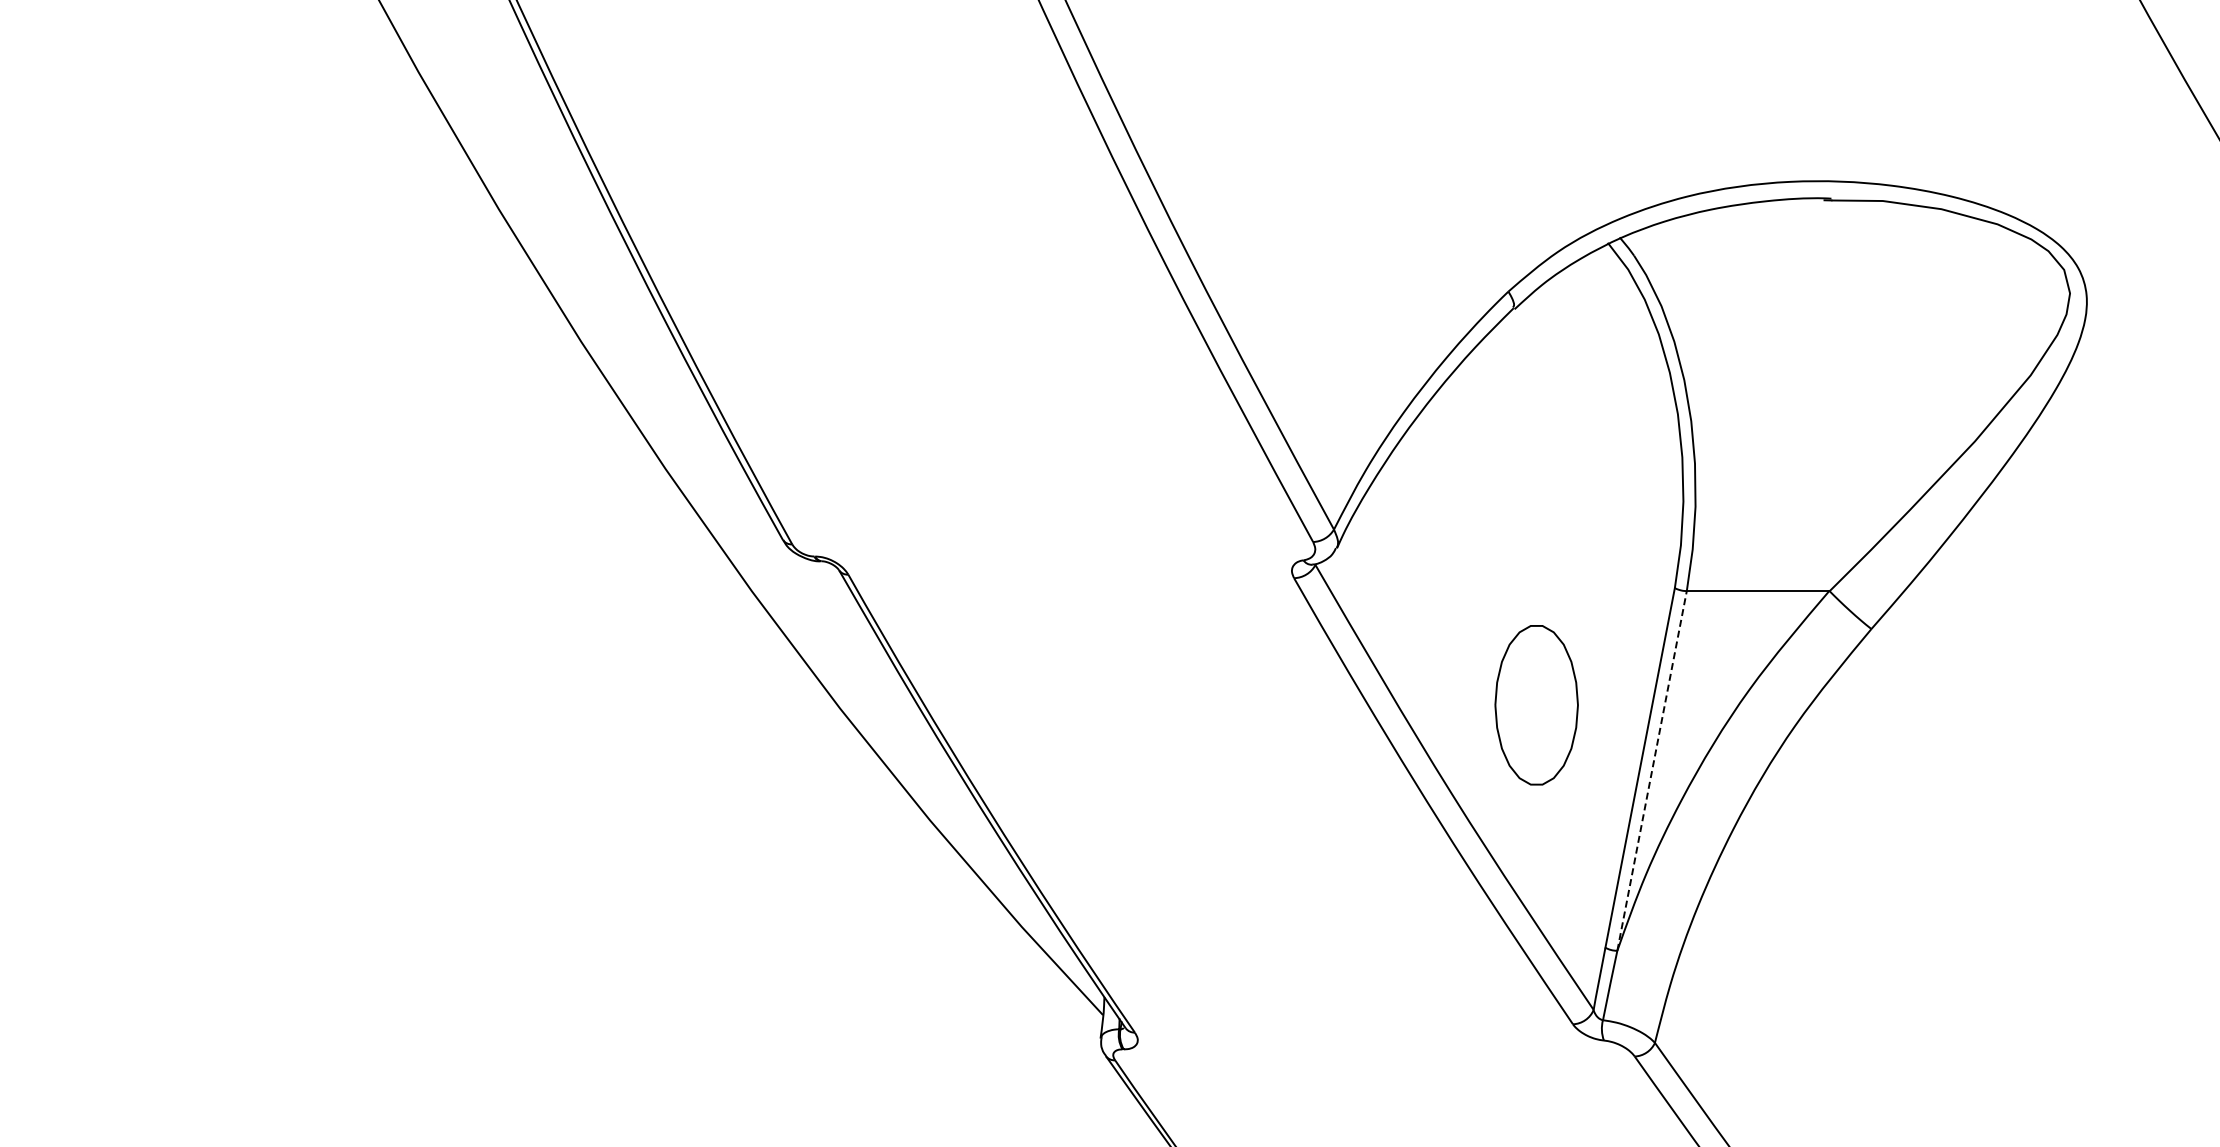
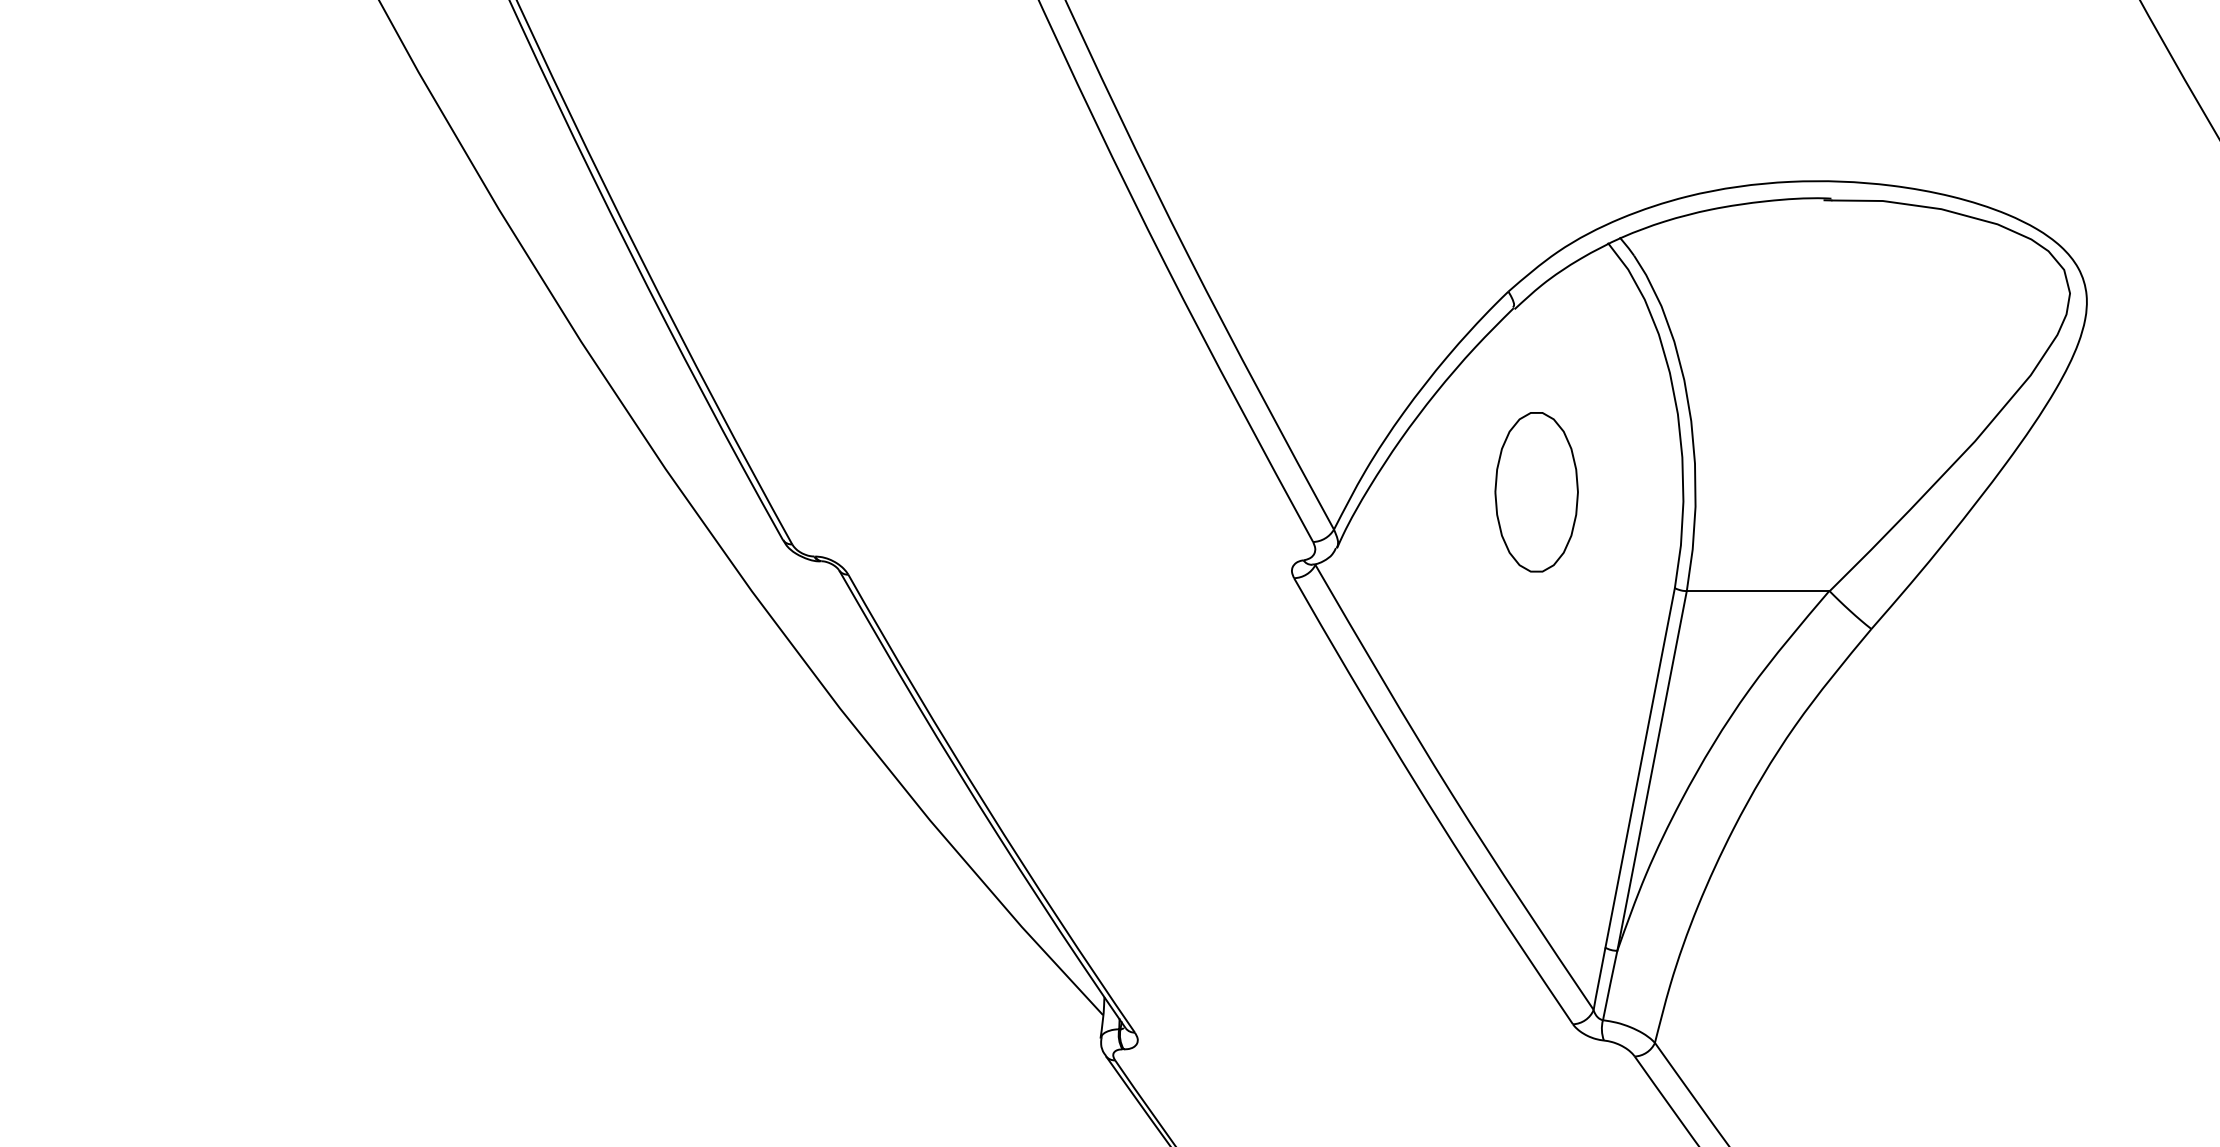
part at (1536, 705) position: (1536, 705) -> (1536, 492)
line at (1652, 770): dashed -> solid
